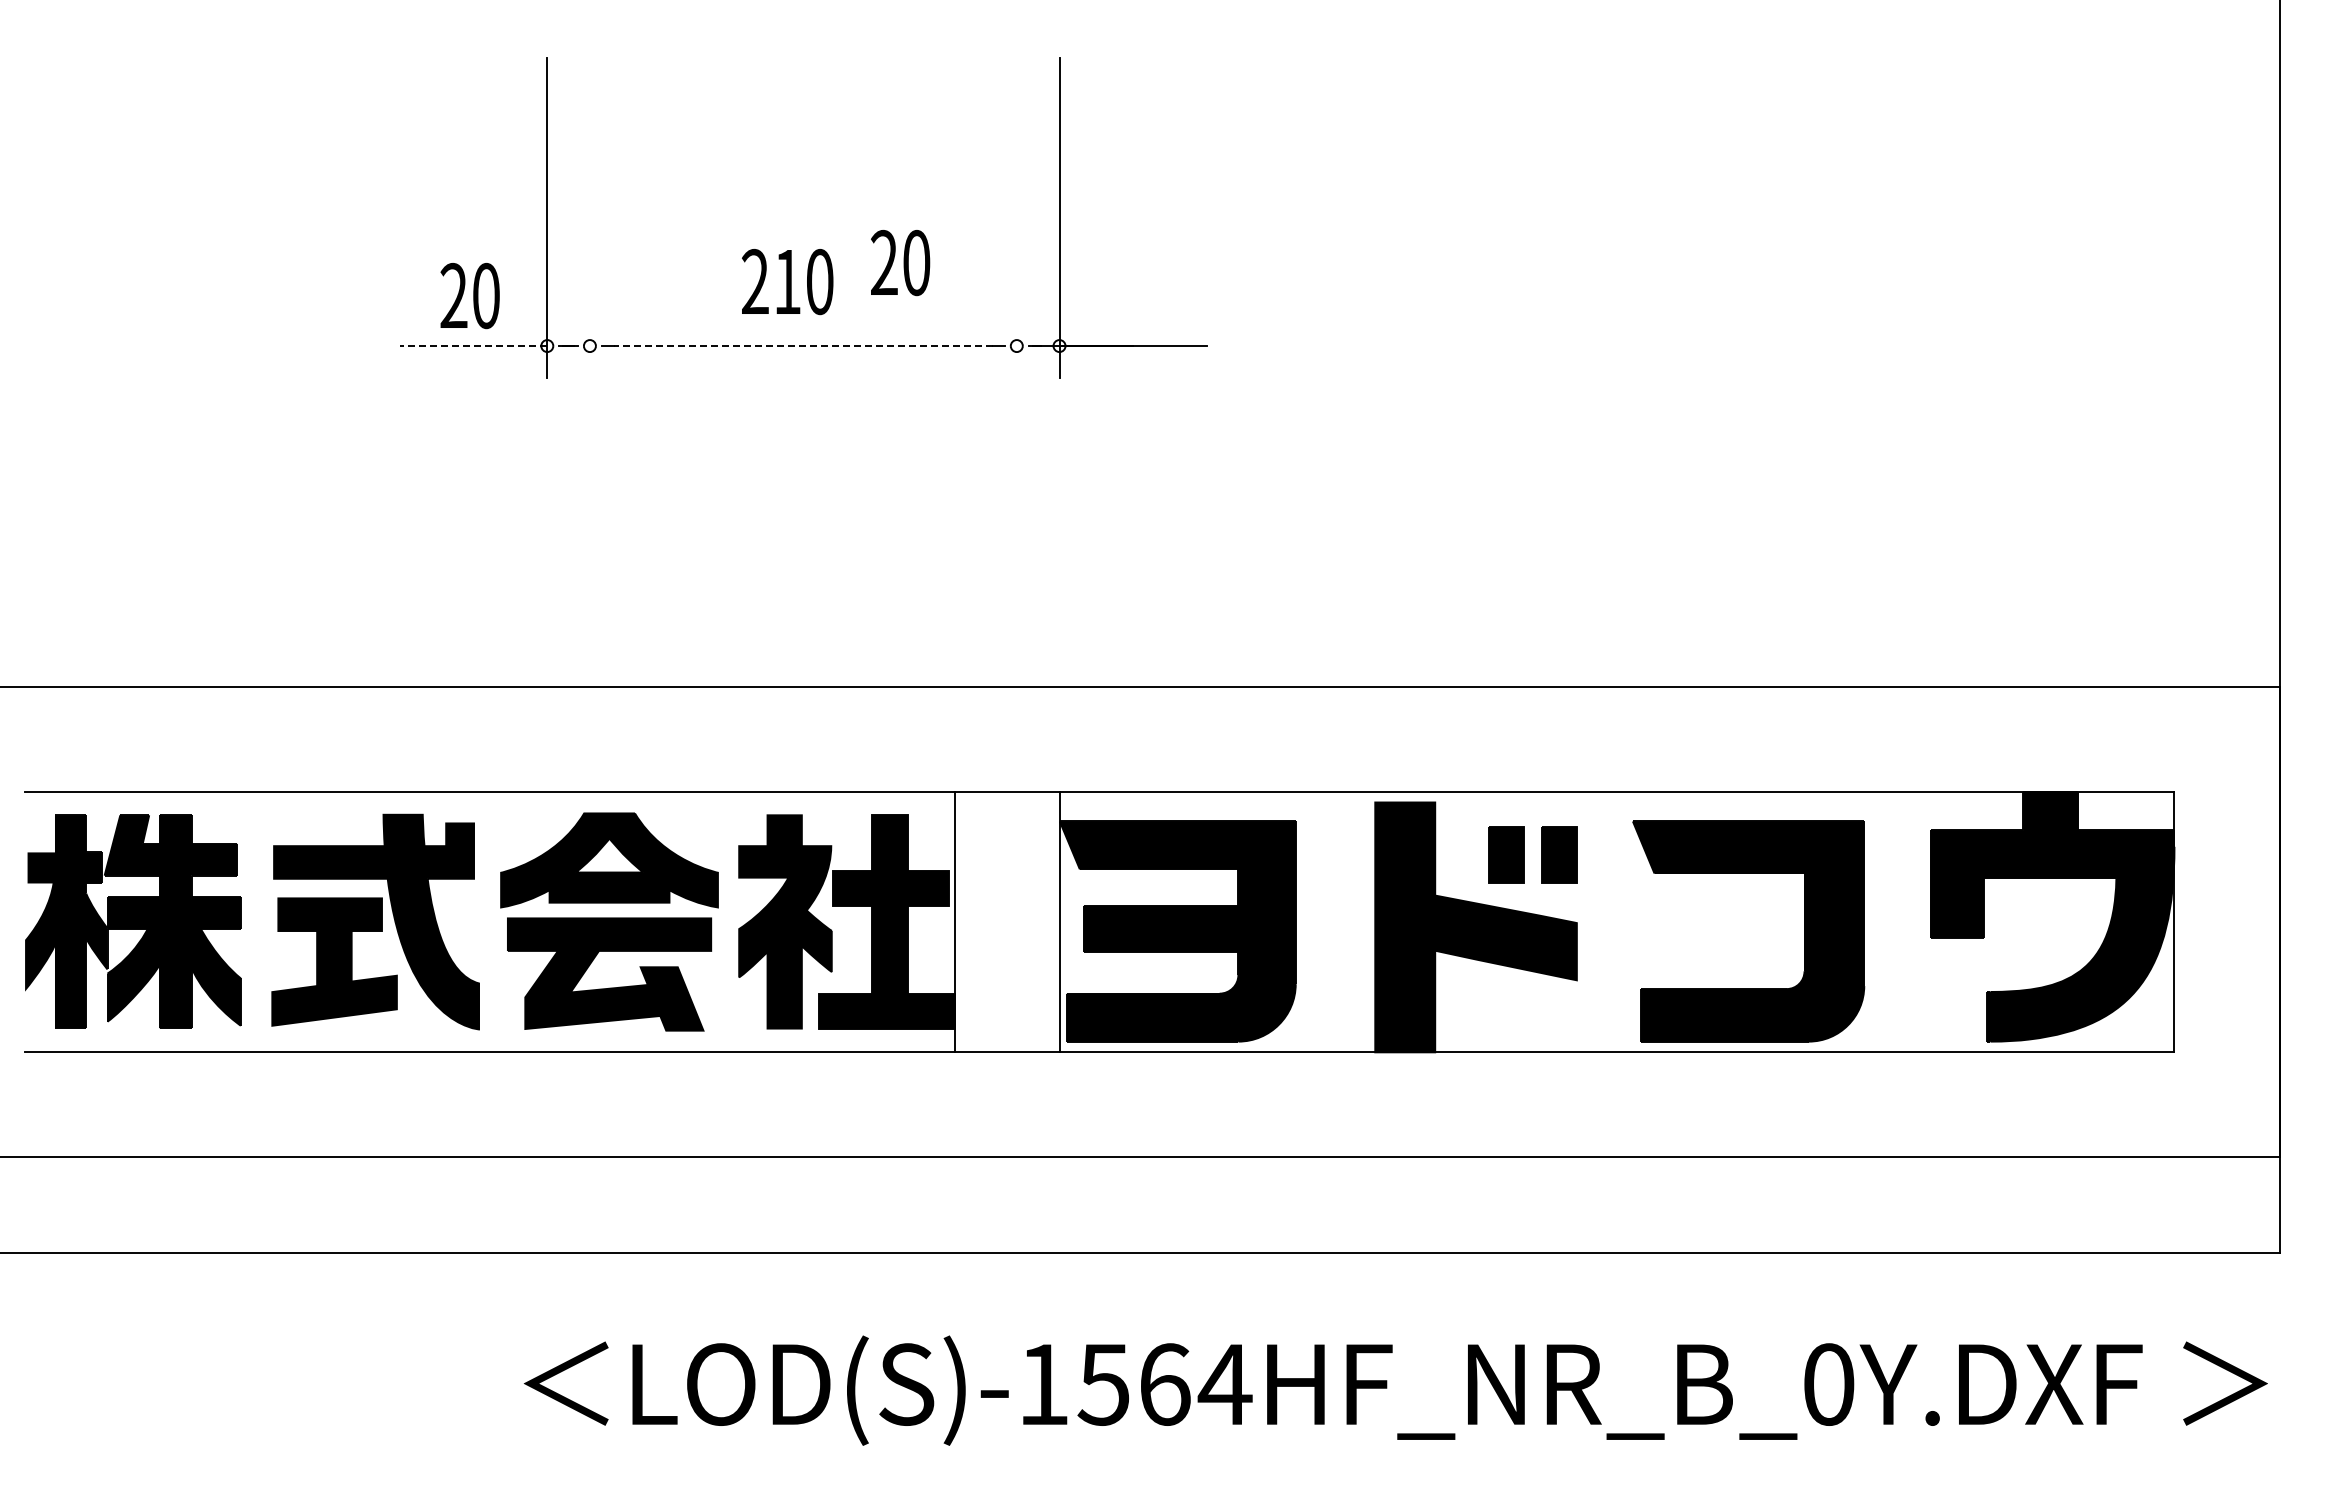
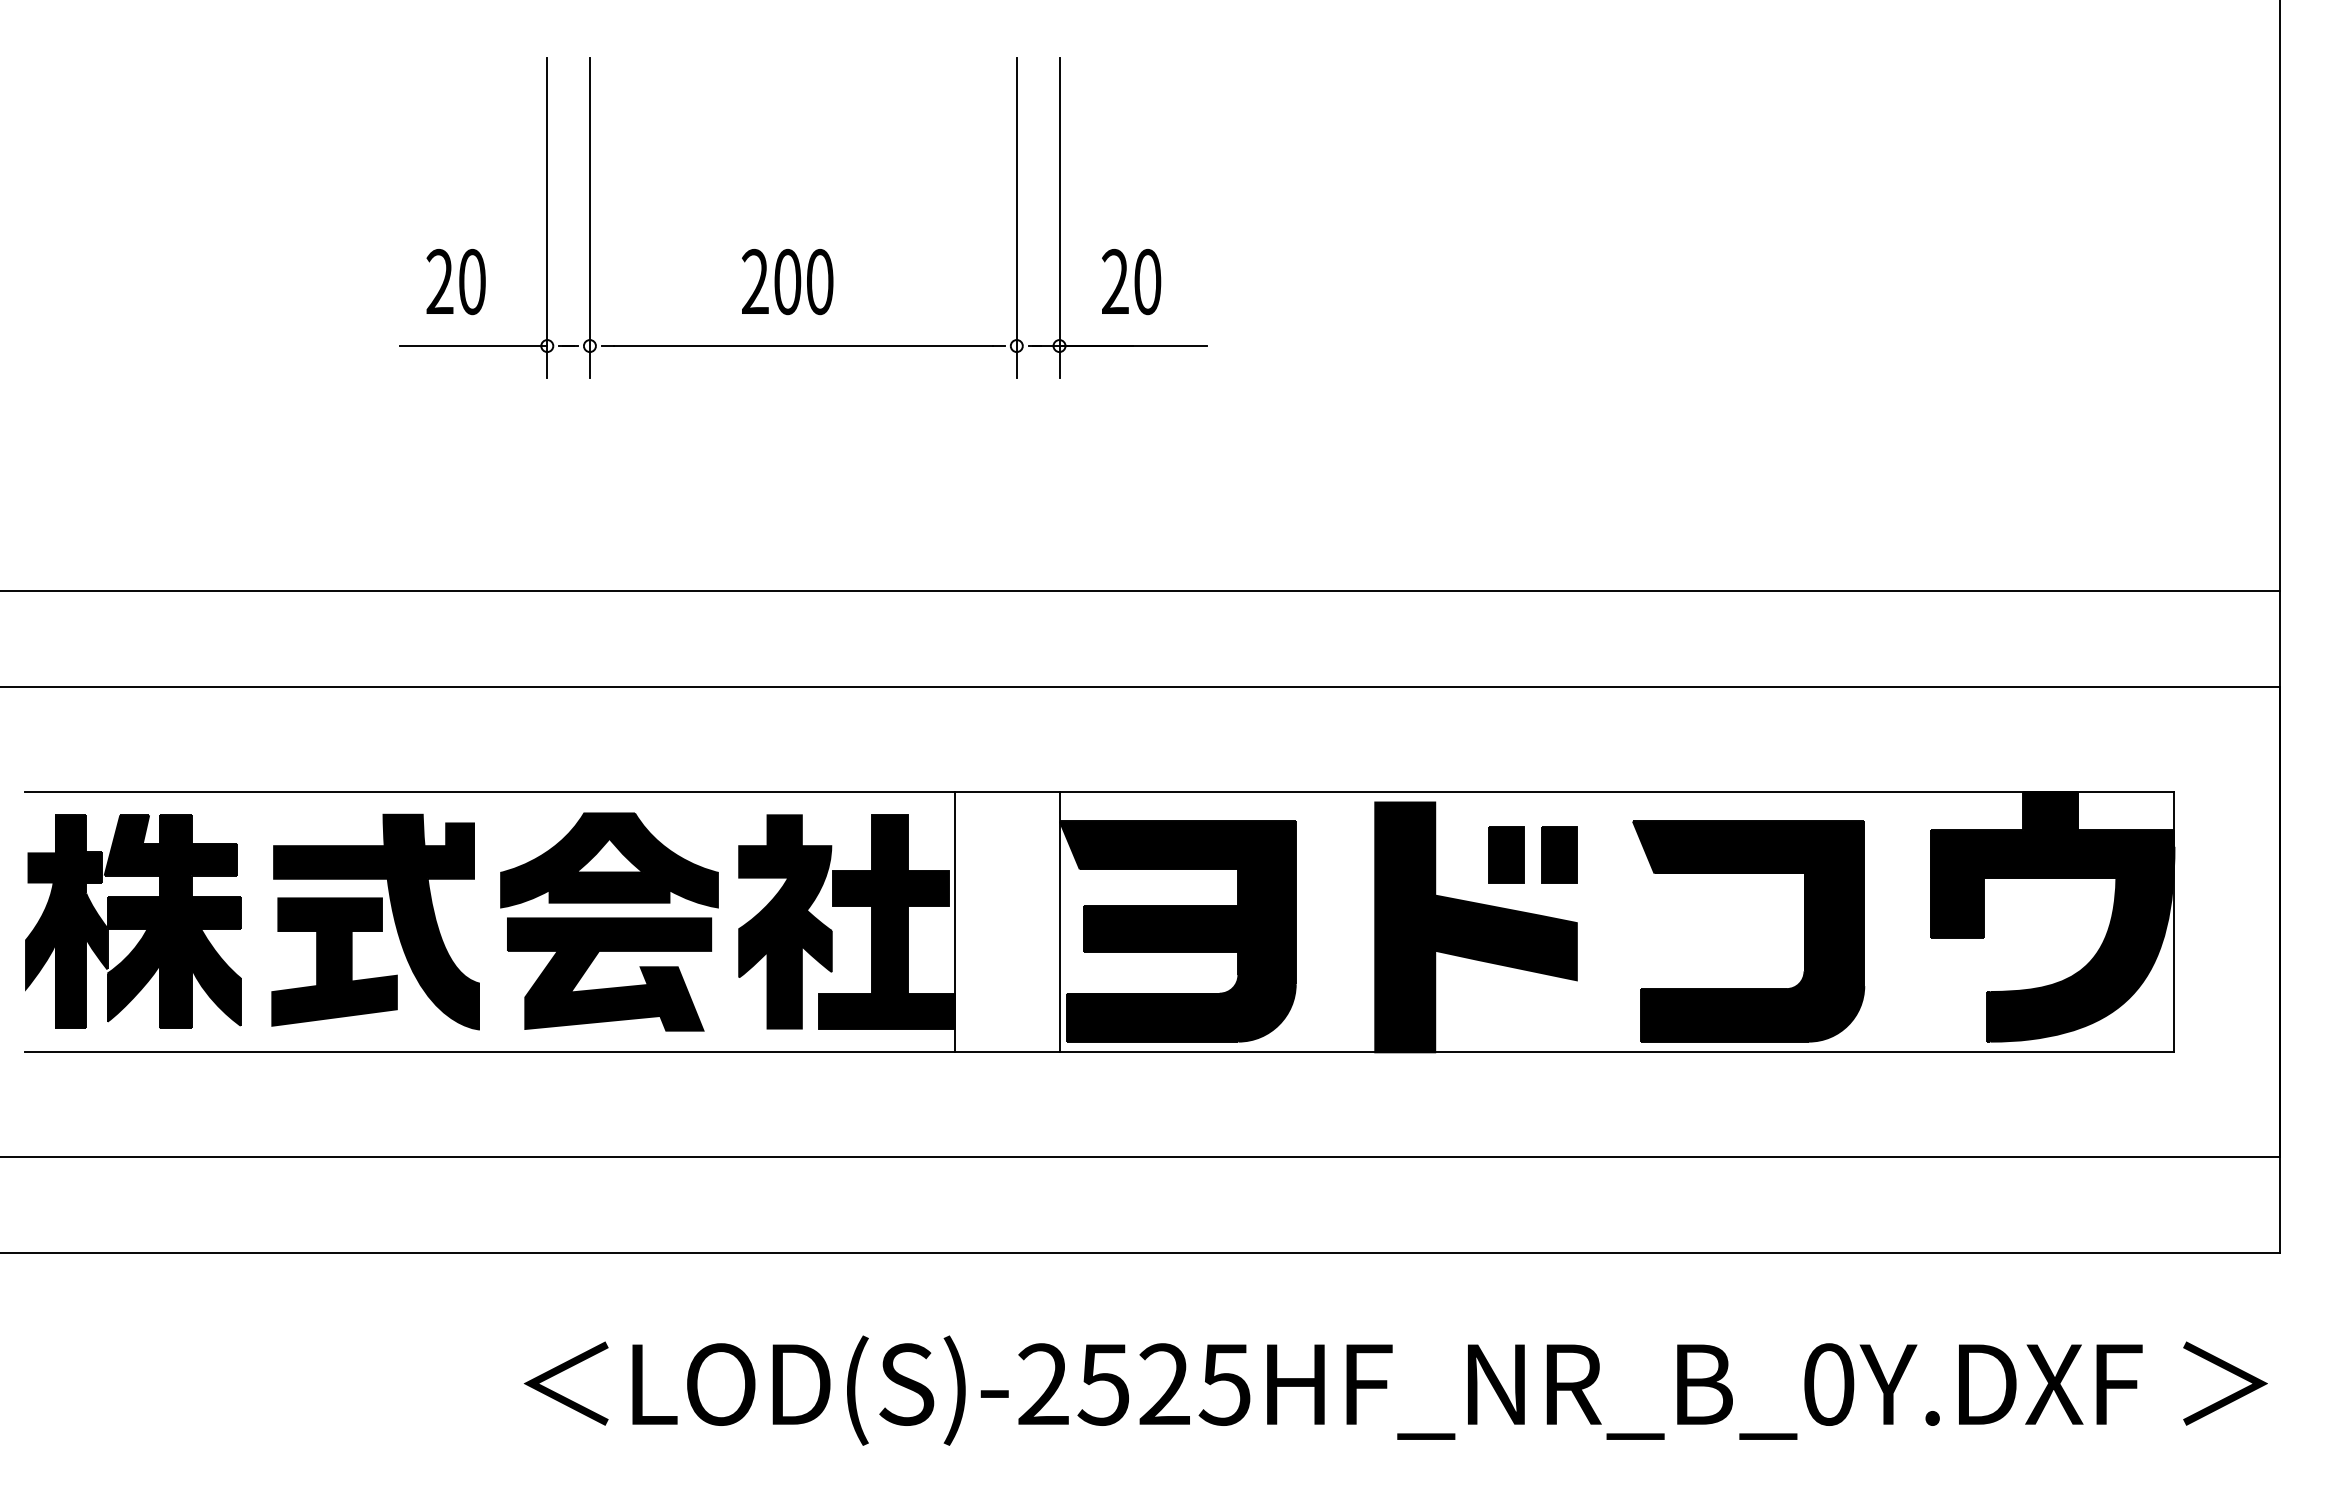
line at (589, 217): none -> present
line at (1016, 217): none -> present
text at (900, 263) position: (900, 263) -> (1131, 282)
text at (787, 281): 210 -> 200
text at (469, 296) position: (469, 296) -> (455, 282)
line at (473, 346): dashed -> solid
line at (802, 346): dashed -> solid
line at (1140, 590): none -> present
text at (1135, 1384): LOD(S)-1564HF_NR_B_0Y.DXF -> LOD(S)-2525HF_NR_B_0Y.DXF
